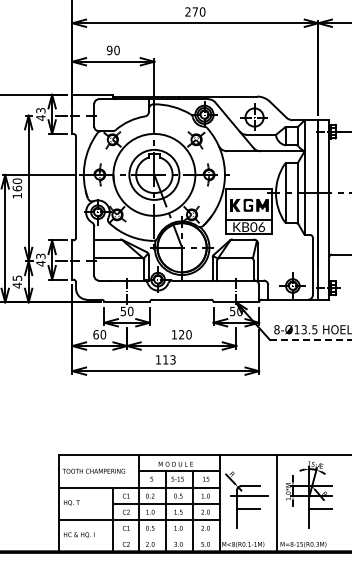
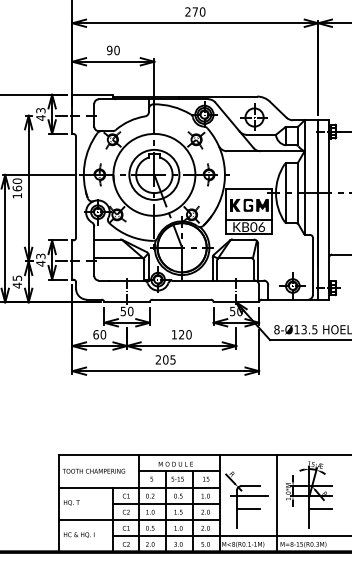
line at (310, 340): dashed -> solid
text at (165, 359): 113 -> 205
line at (230, 535): none -> present
